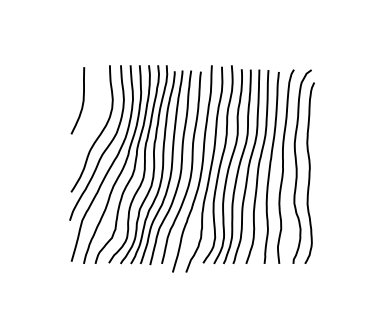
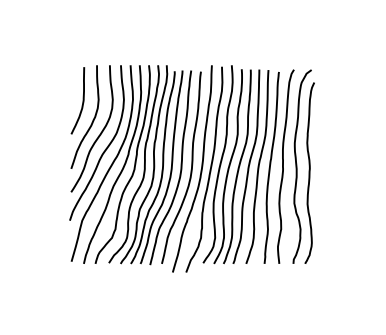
curve at (92, 119): none -> present
